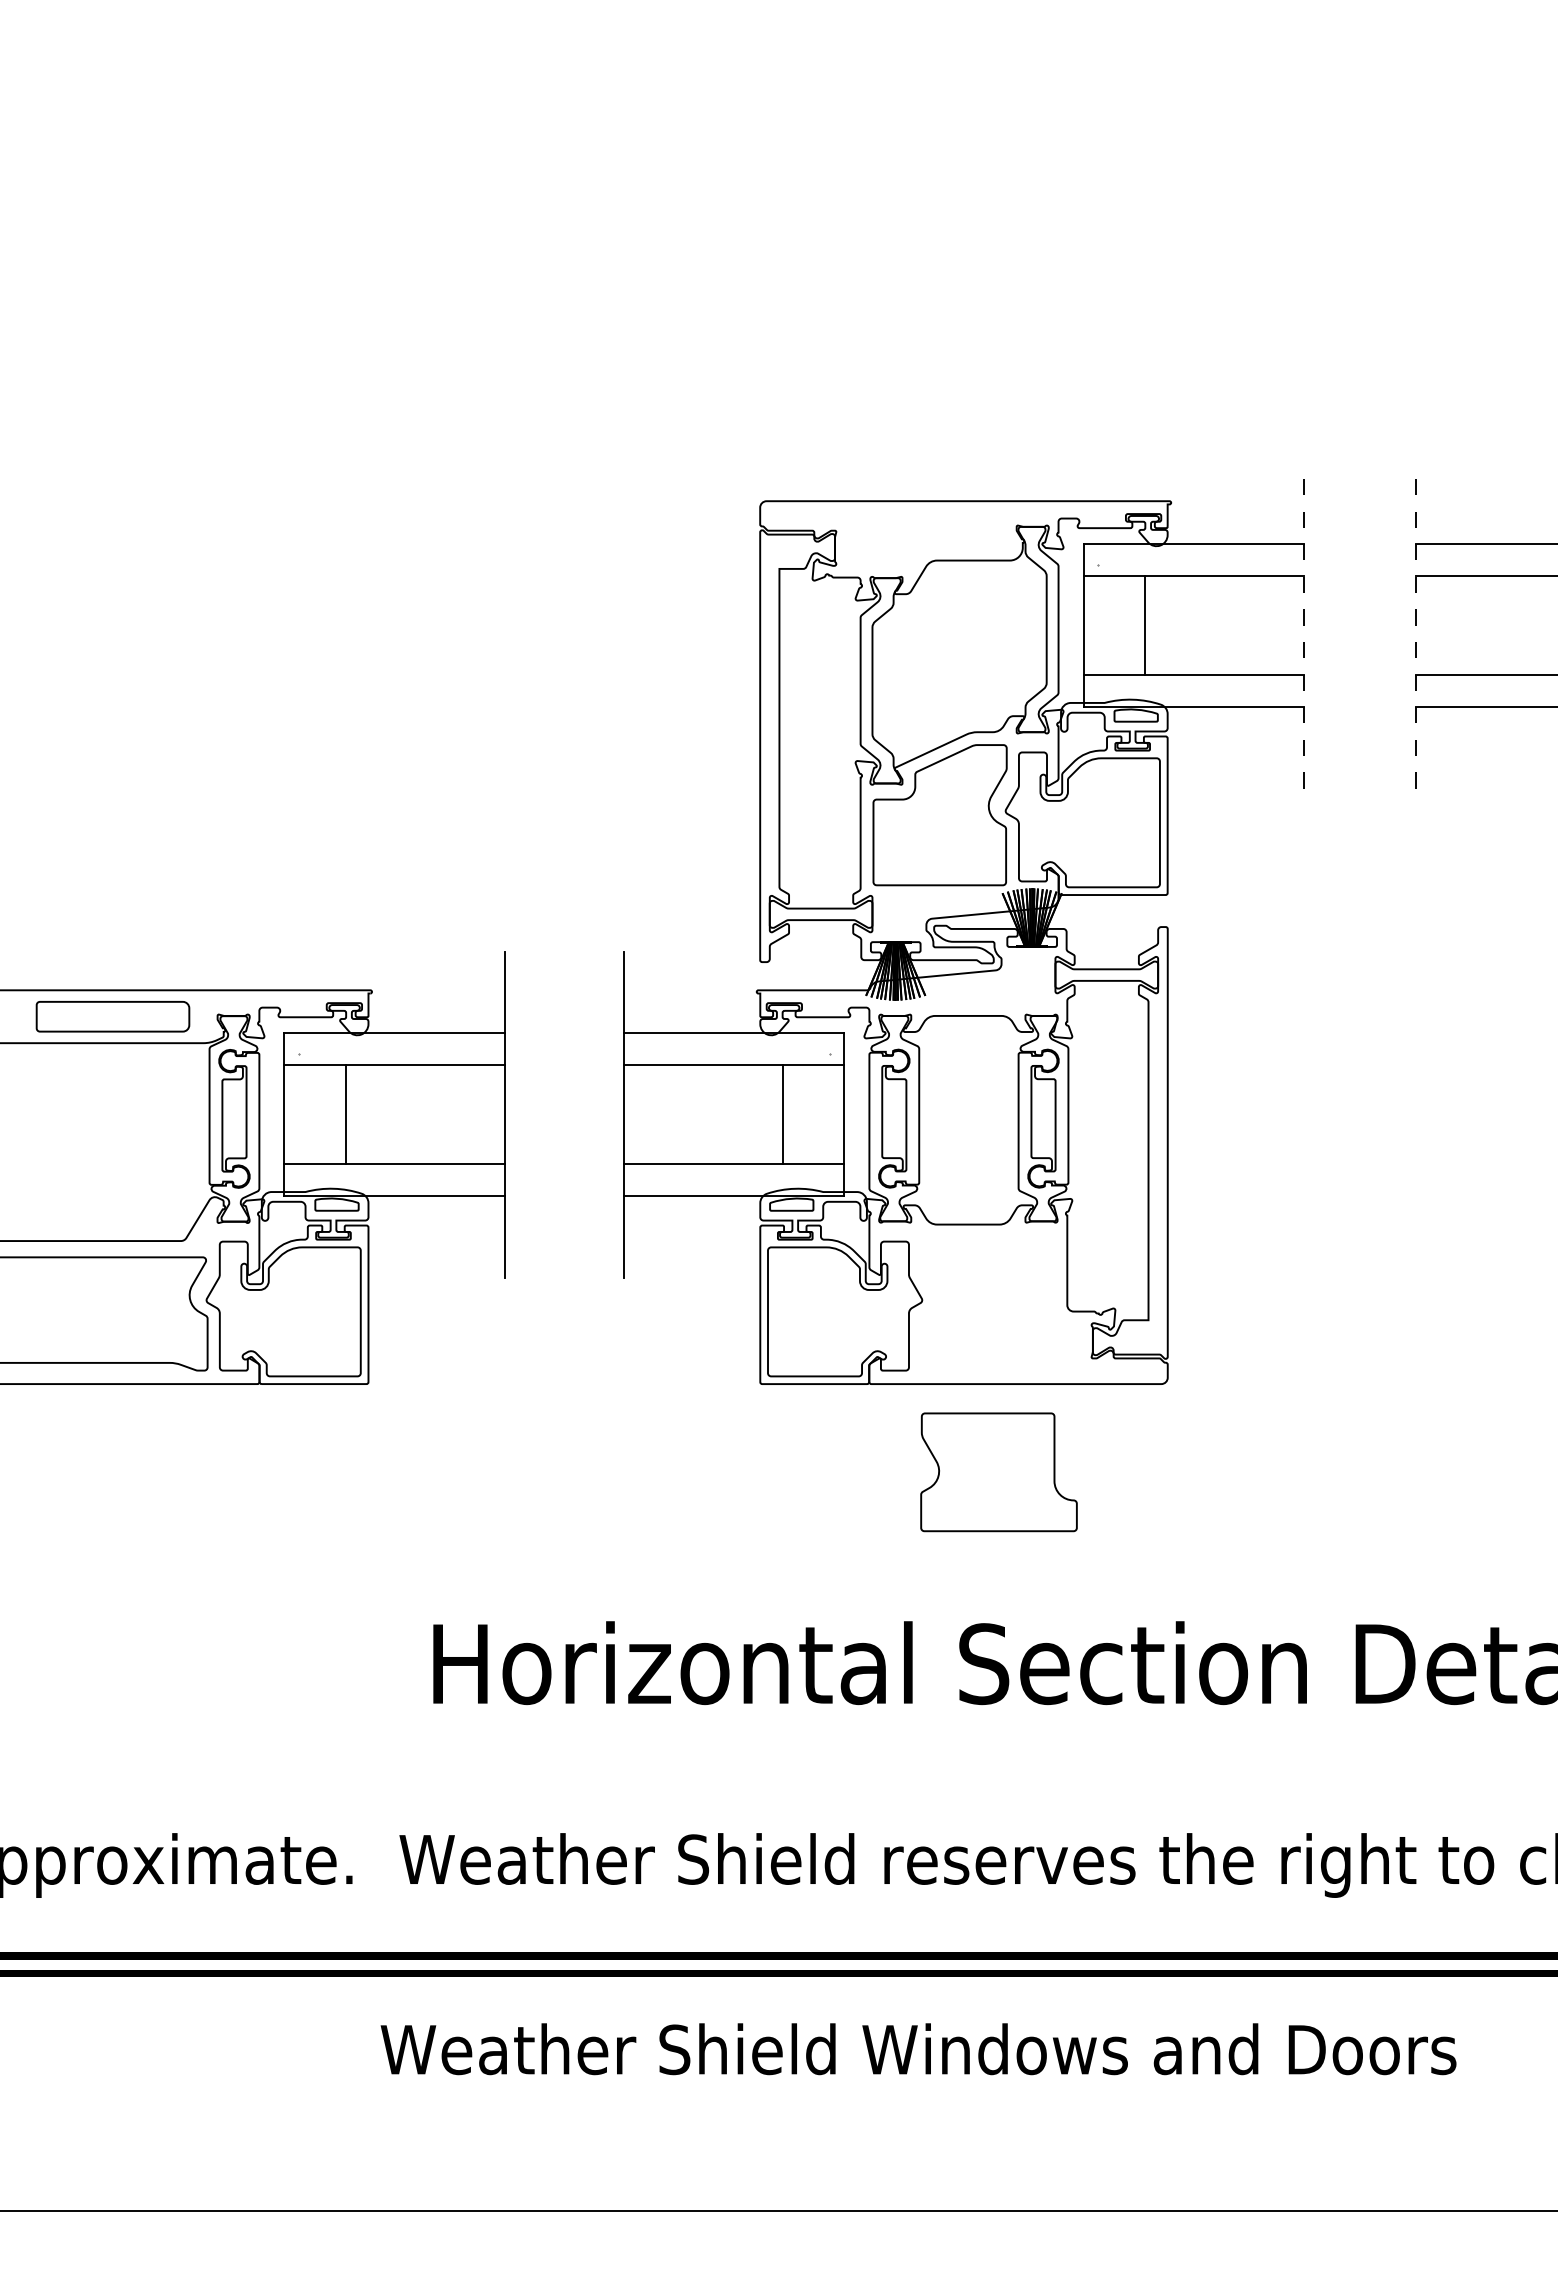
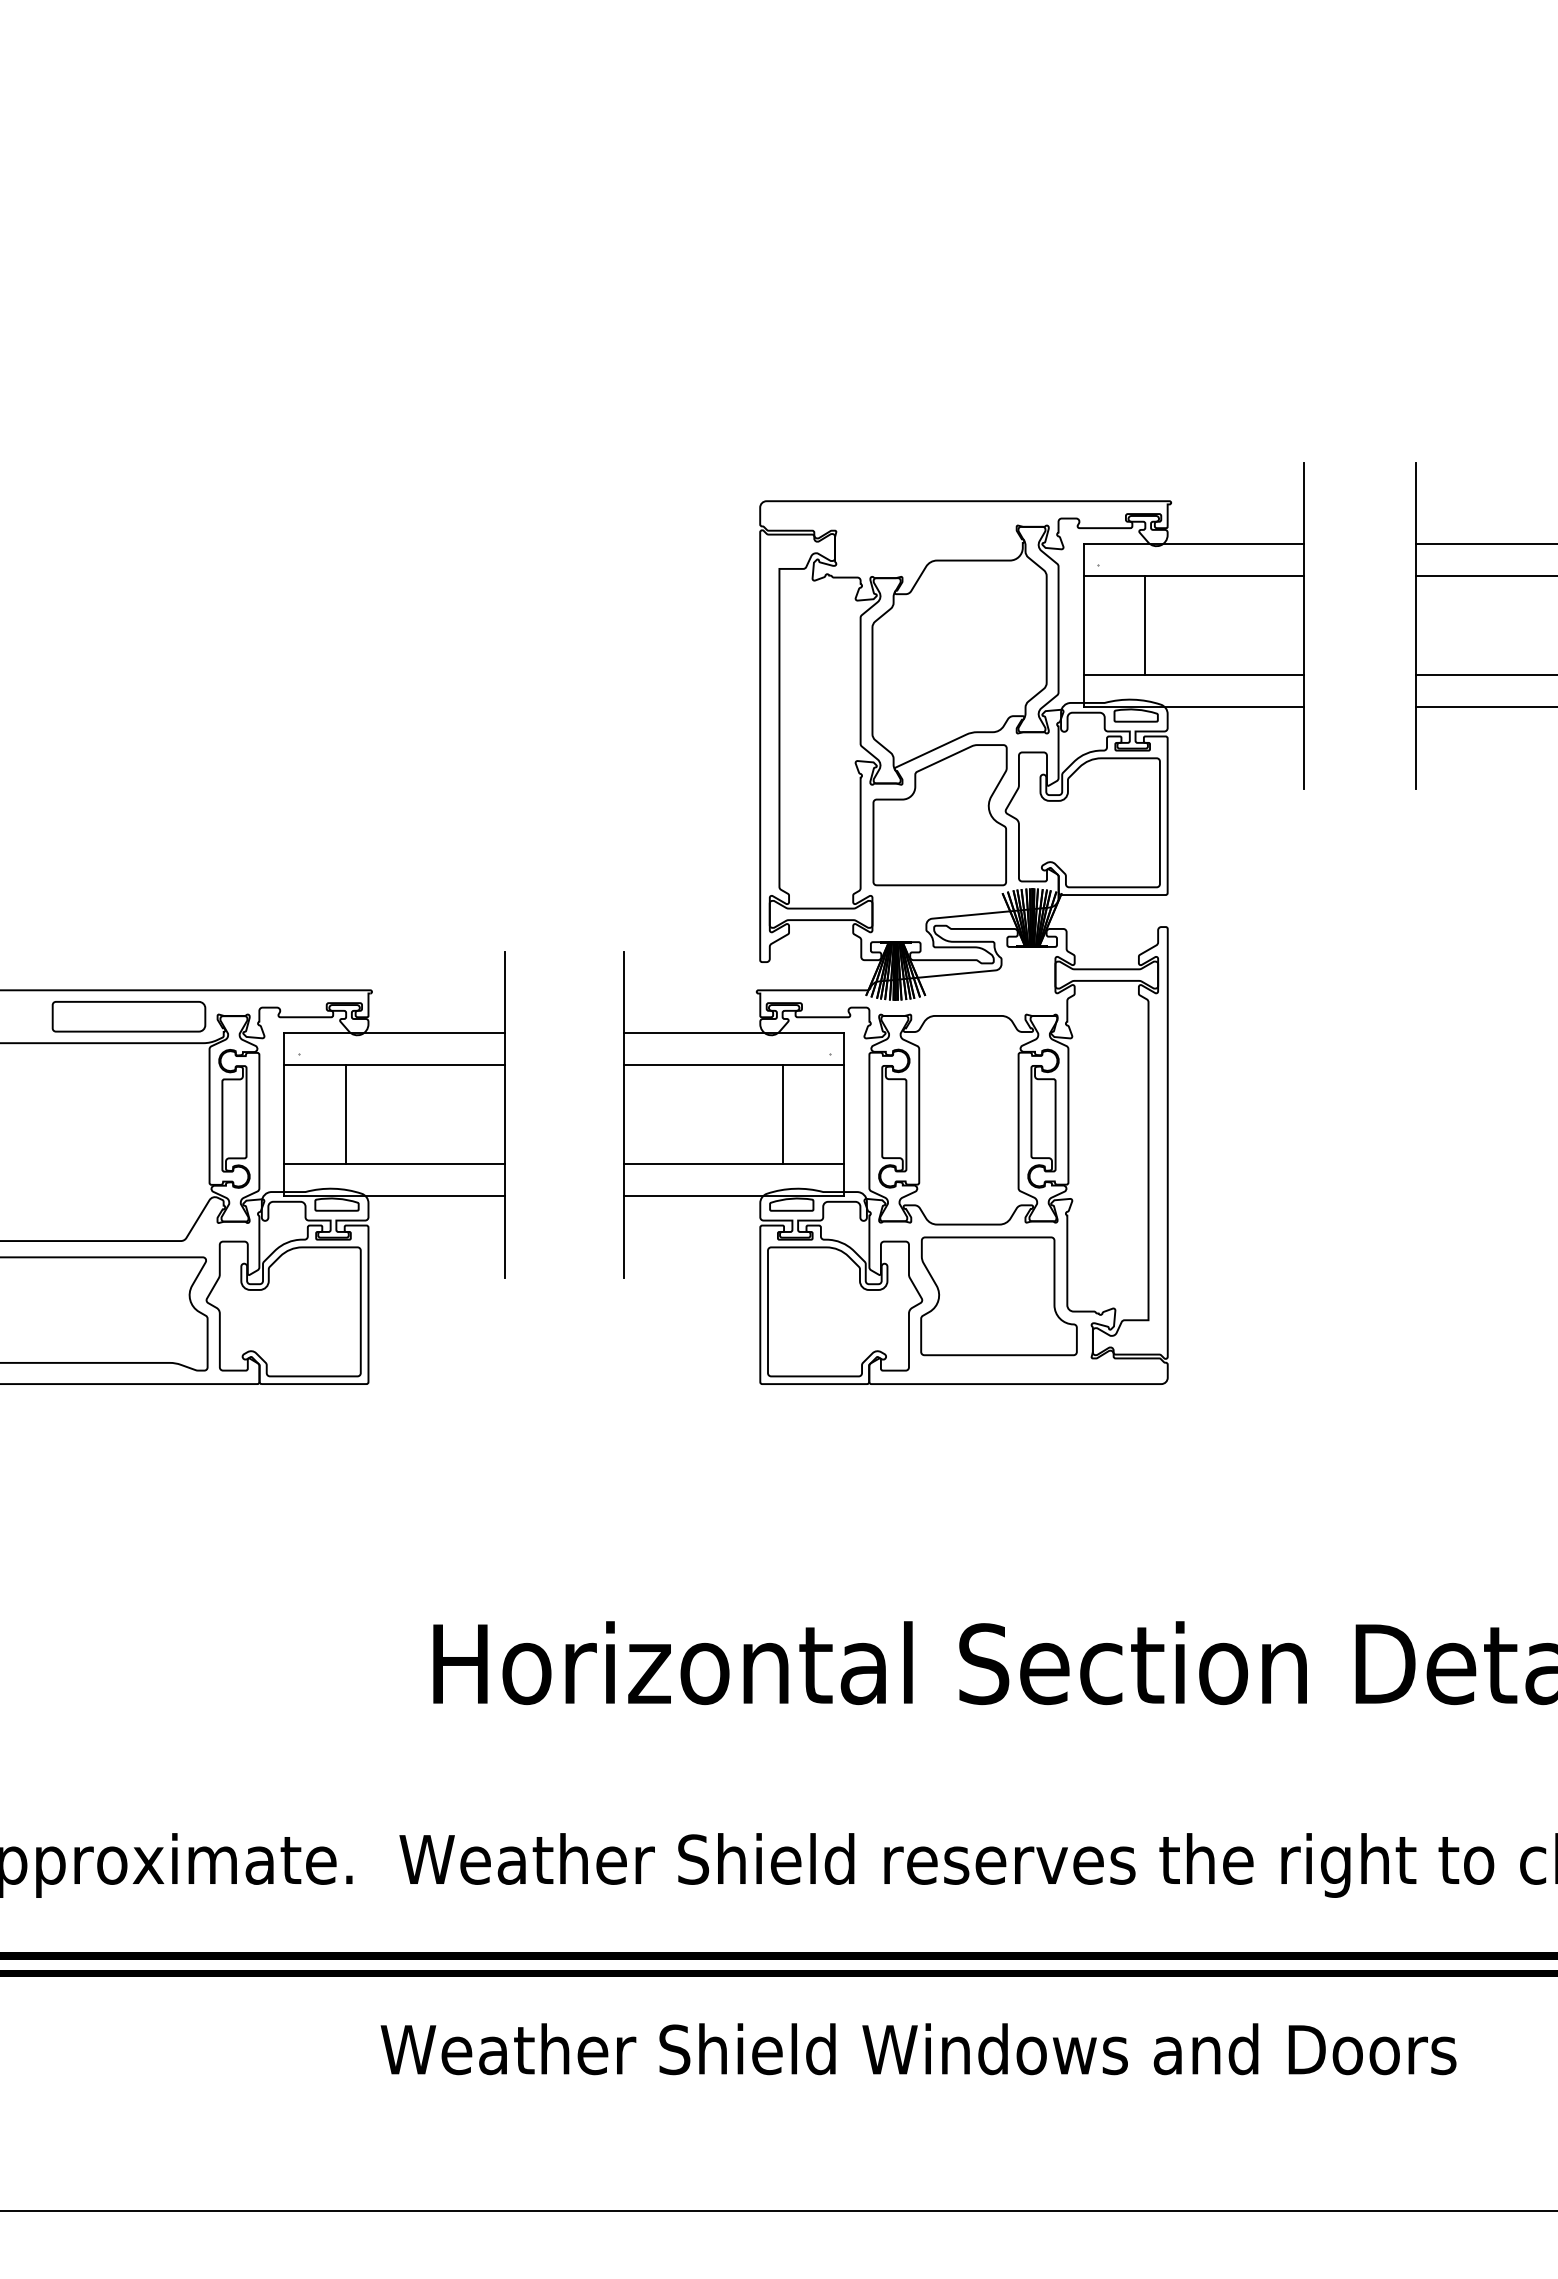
line at (1304, 625): dashed -> solid
line at (1415, 625): dashed -> solid
part at (112, 1016) position: (112, 1016) -> (128, 1016)
part at (998, 1472) position: (998, 1472) -> (998, 1296)
